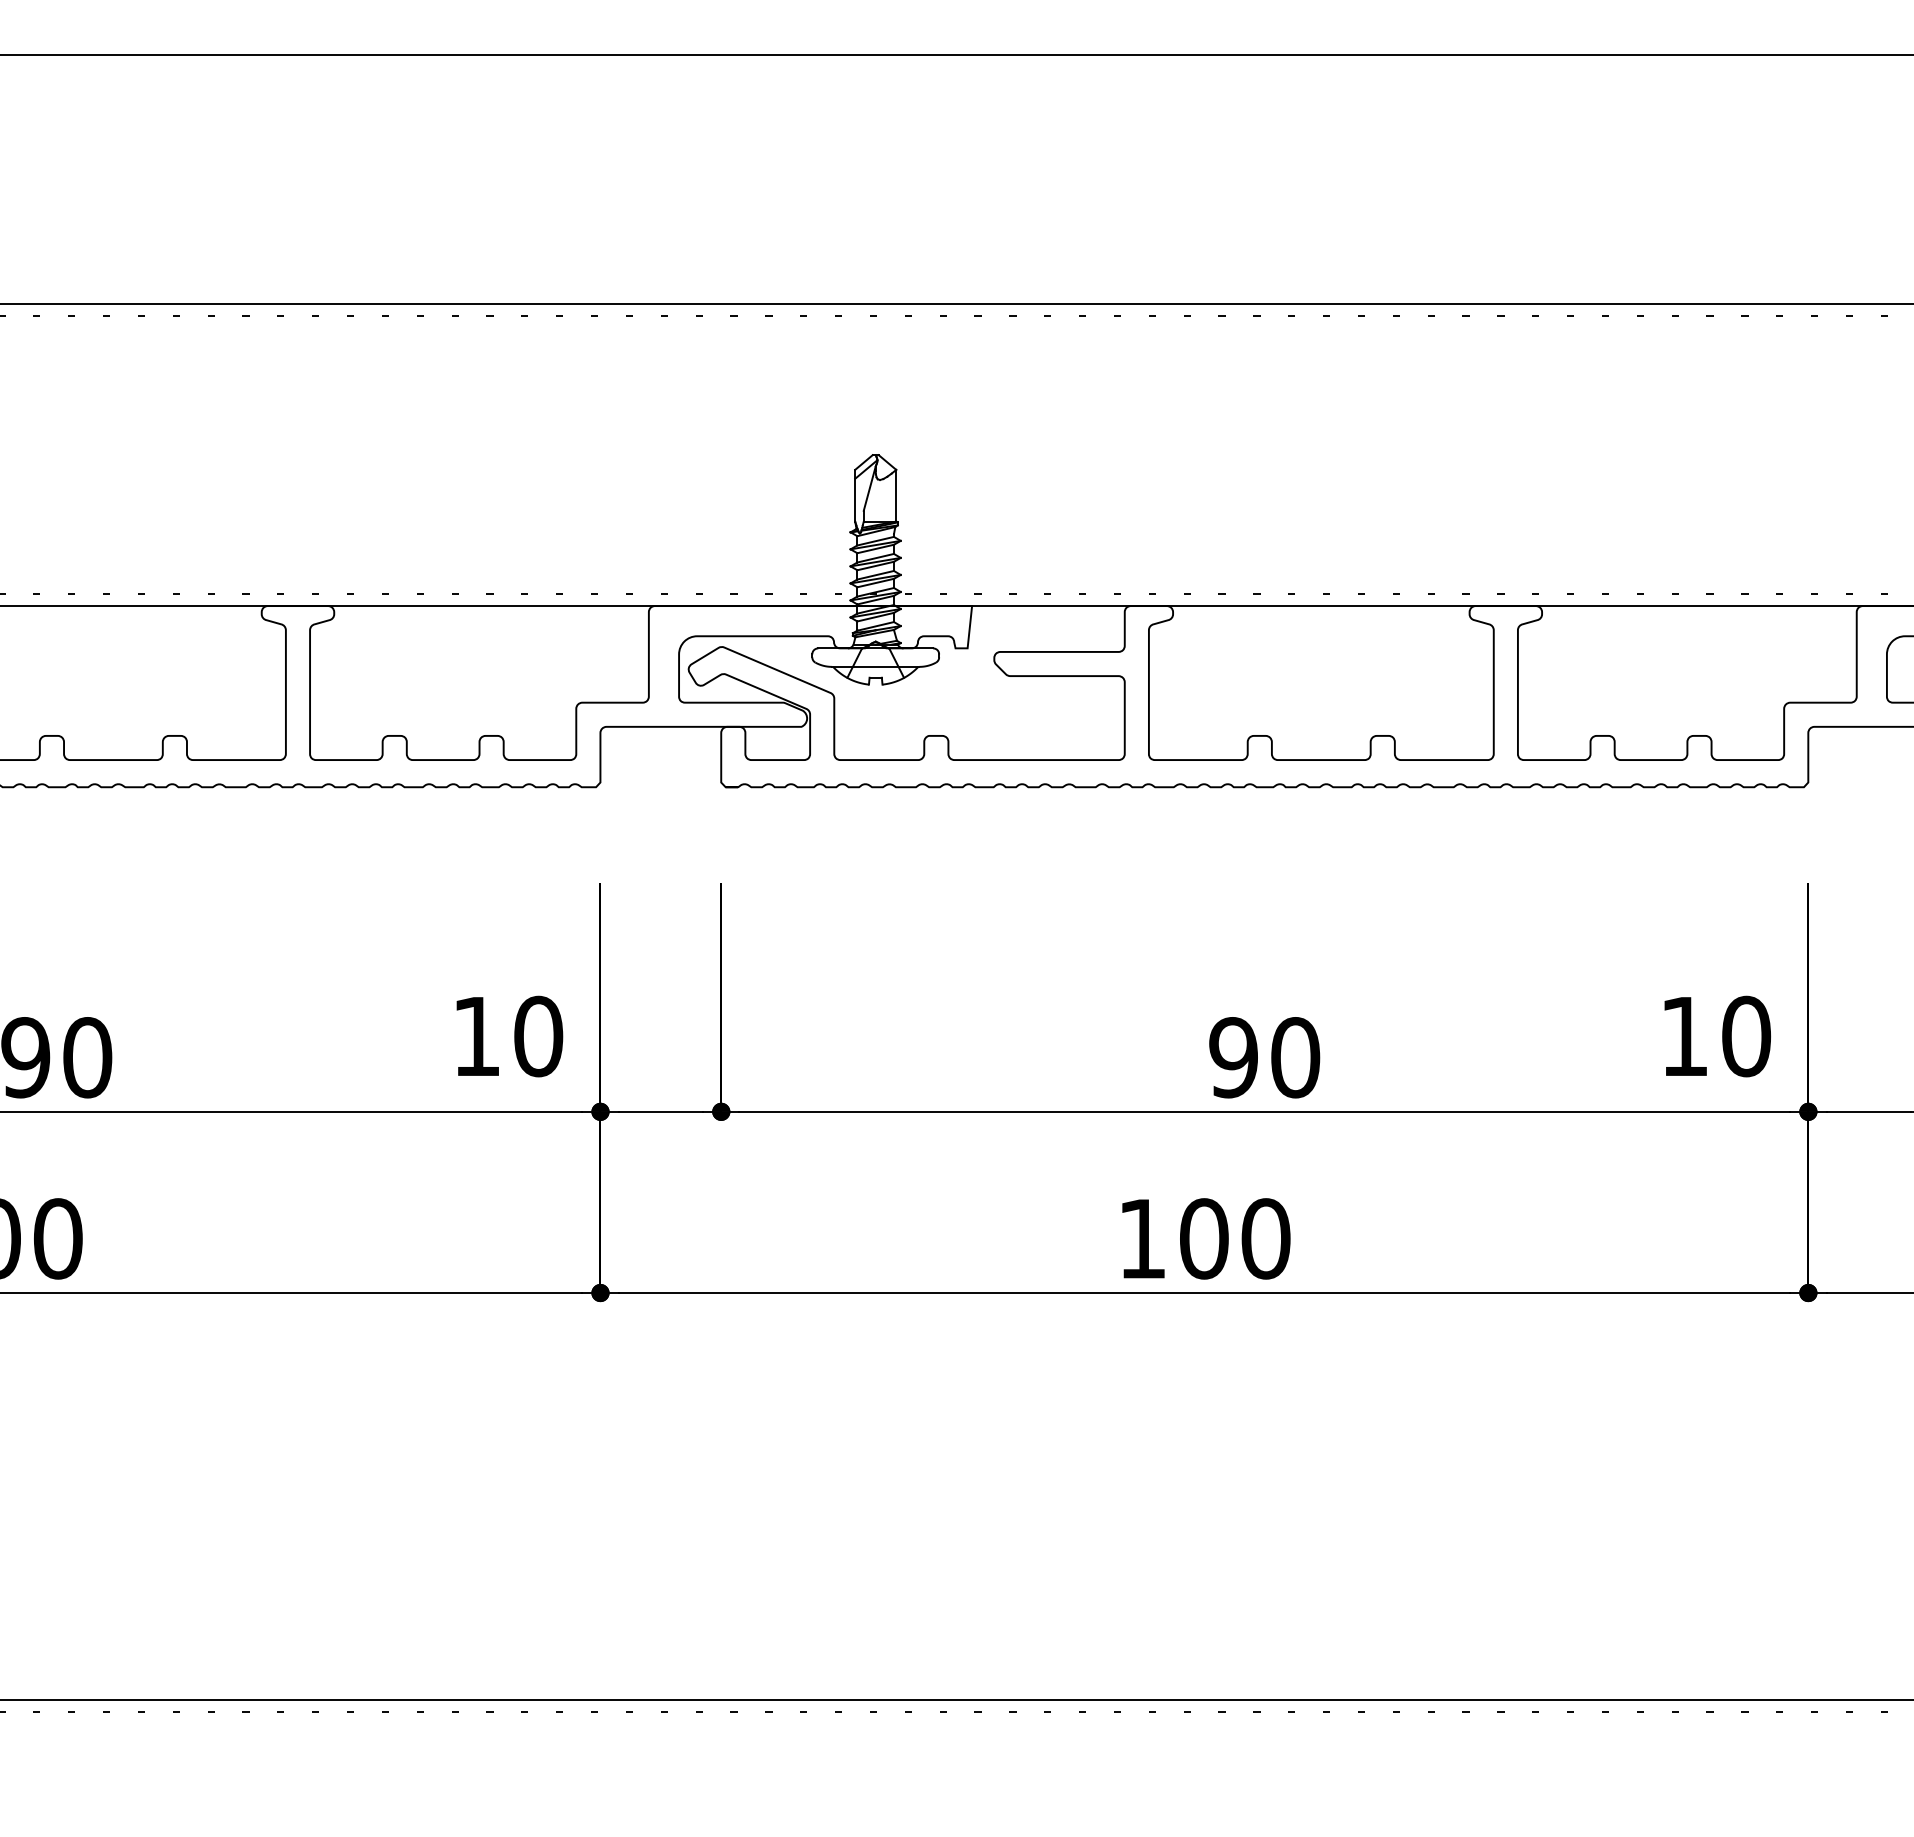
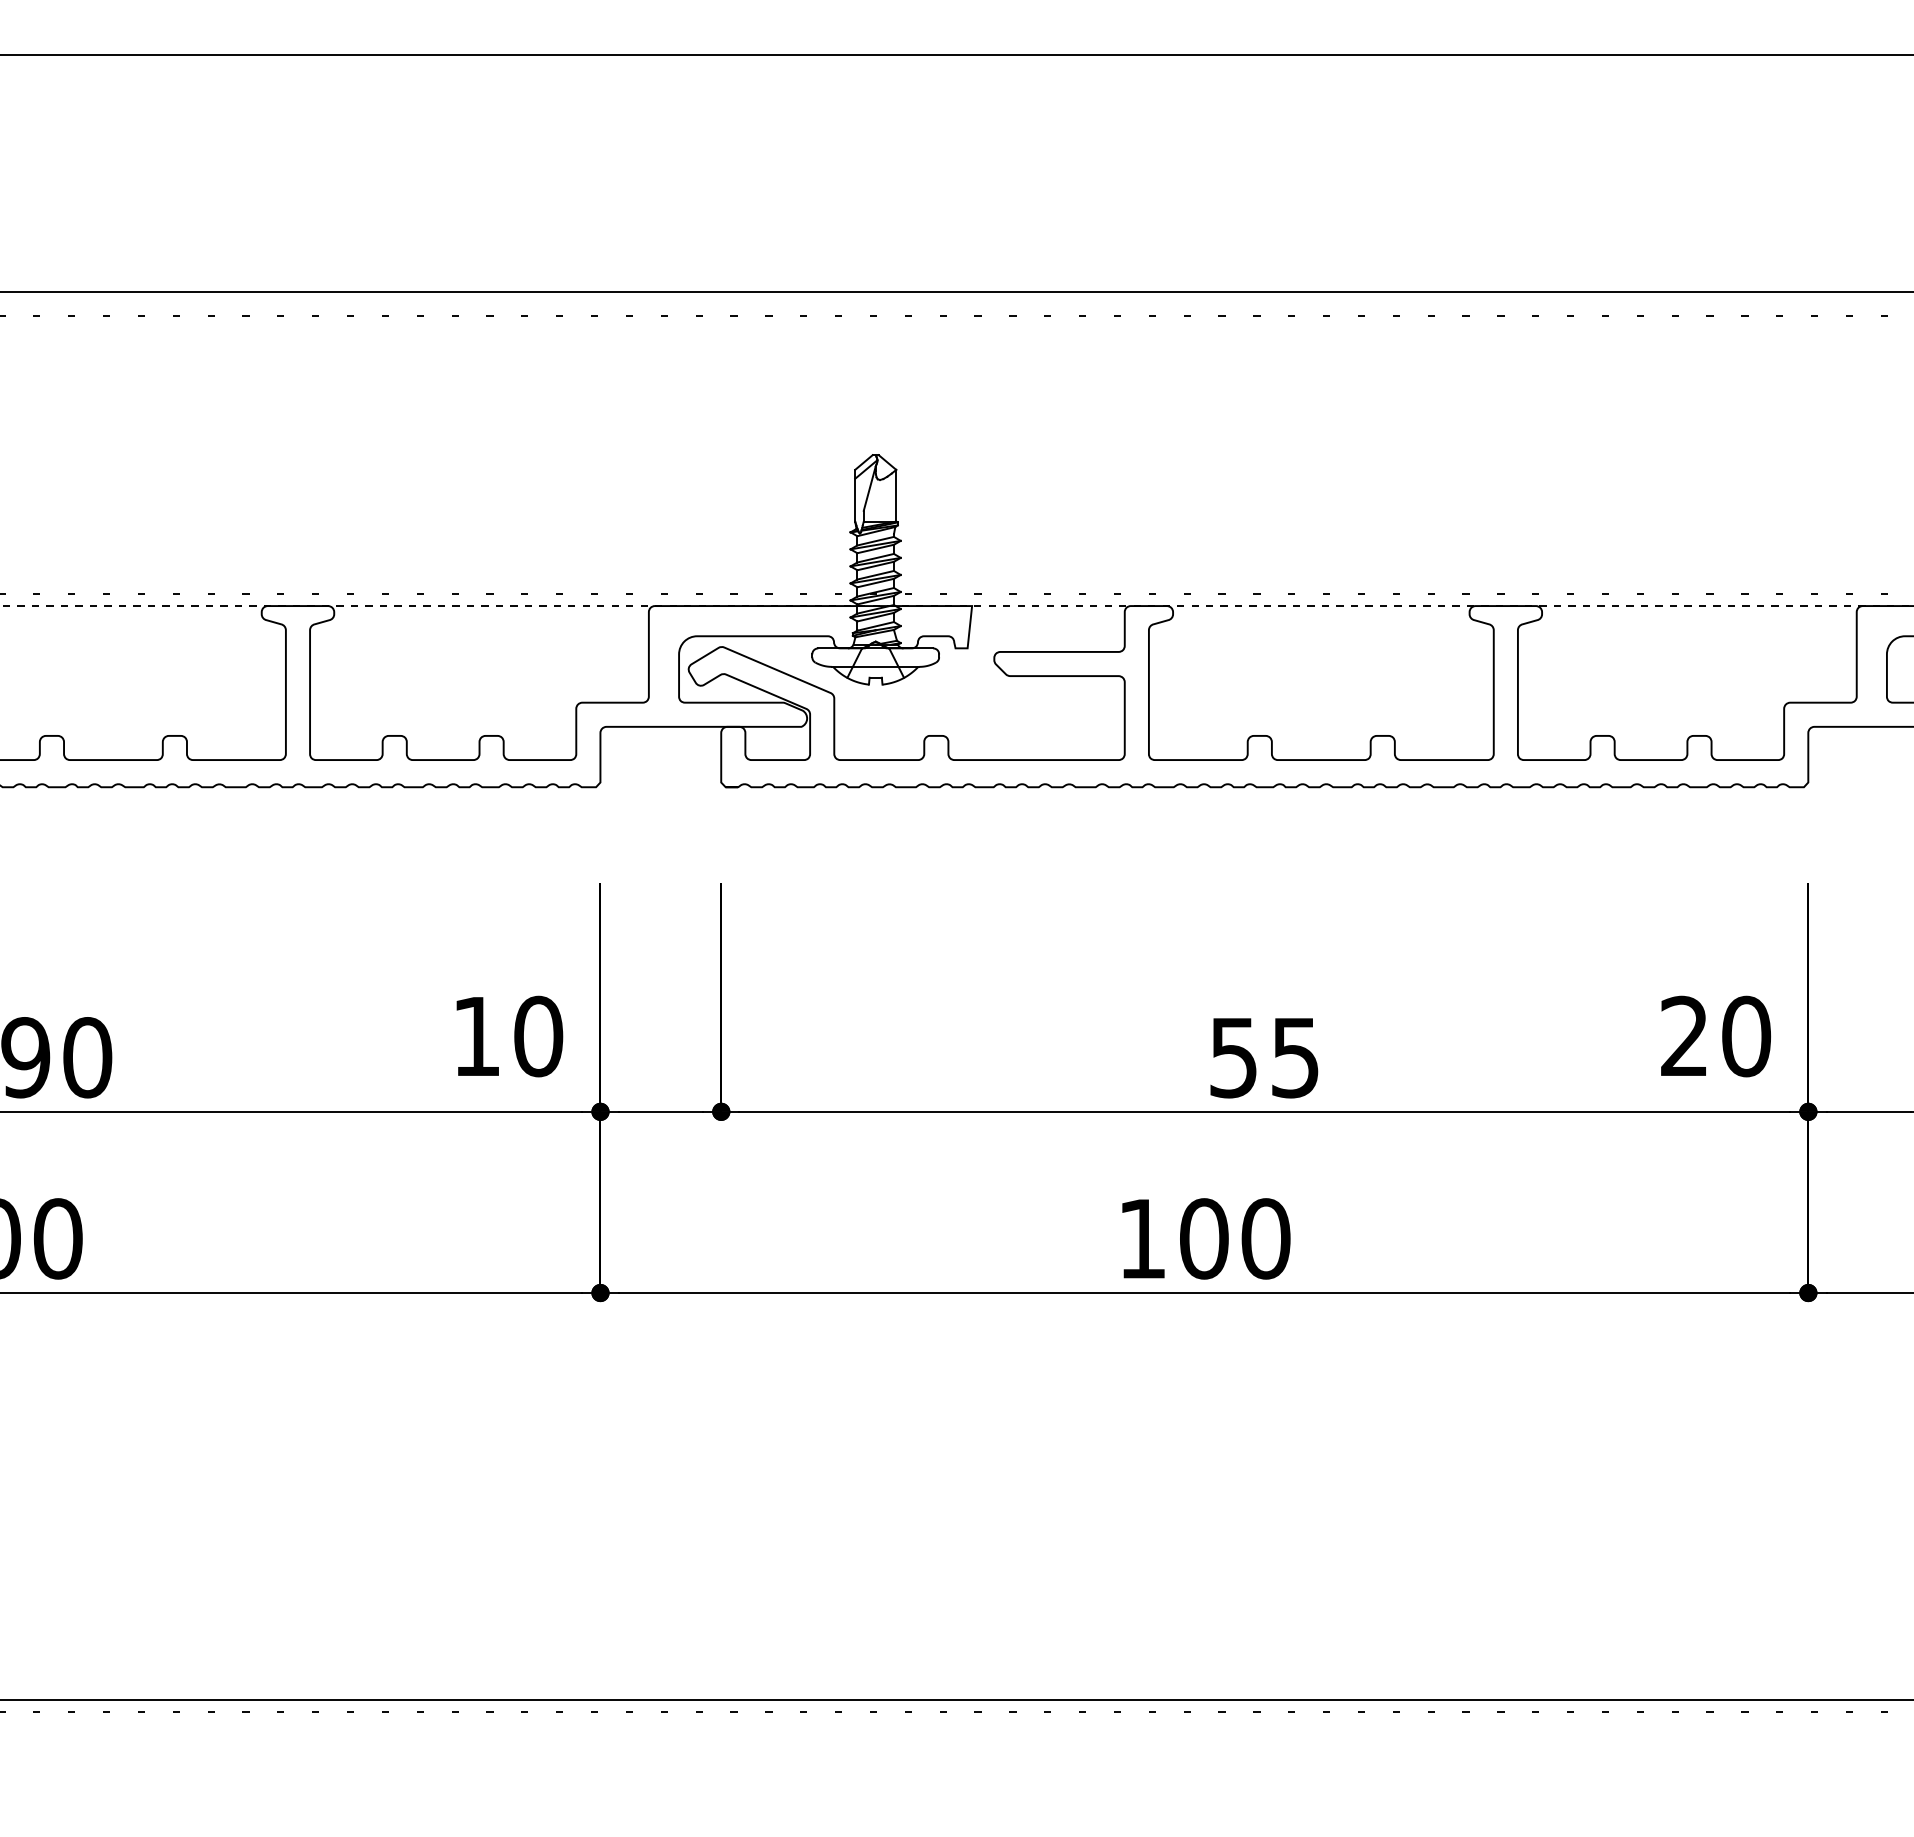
line at (956, 304) position: (956, 304) -> (956, 292)
line at (957, 606): solid -> dashed
text at (1683, 1035): 10 -> 20
text at (1264, 1057): 90 -> 55
